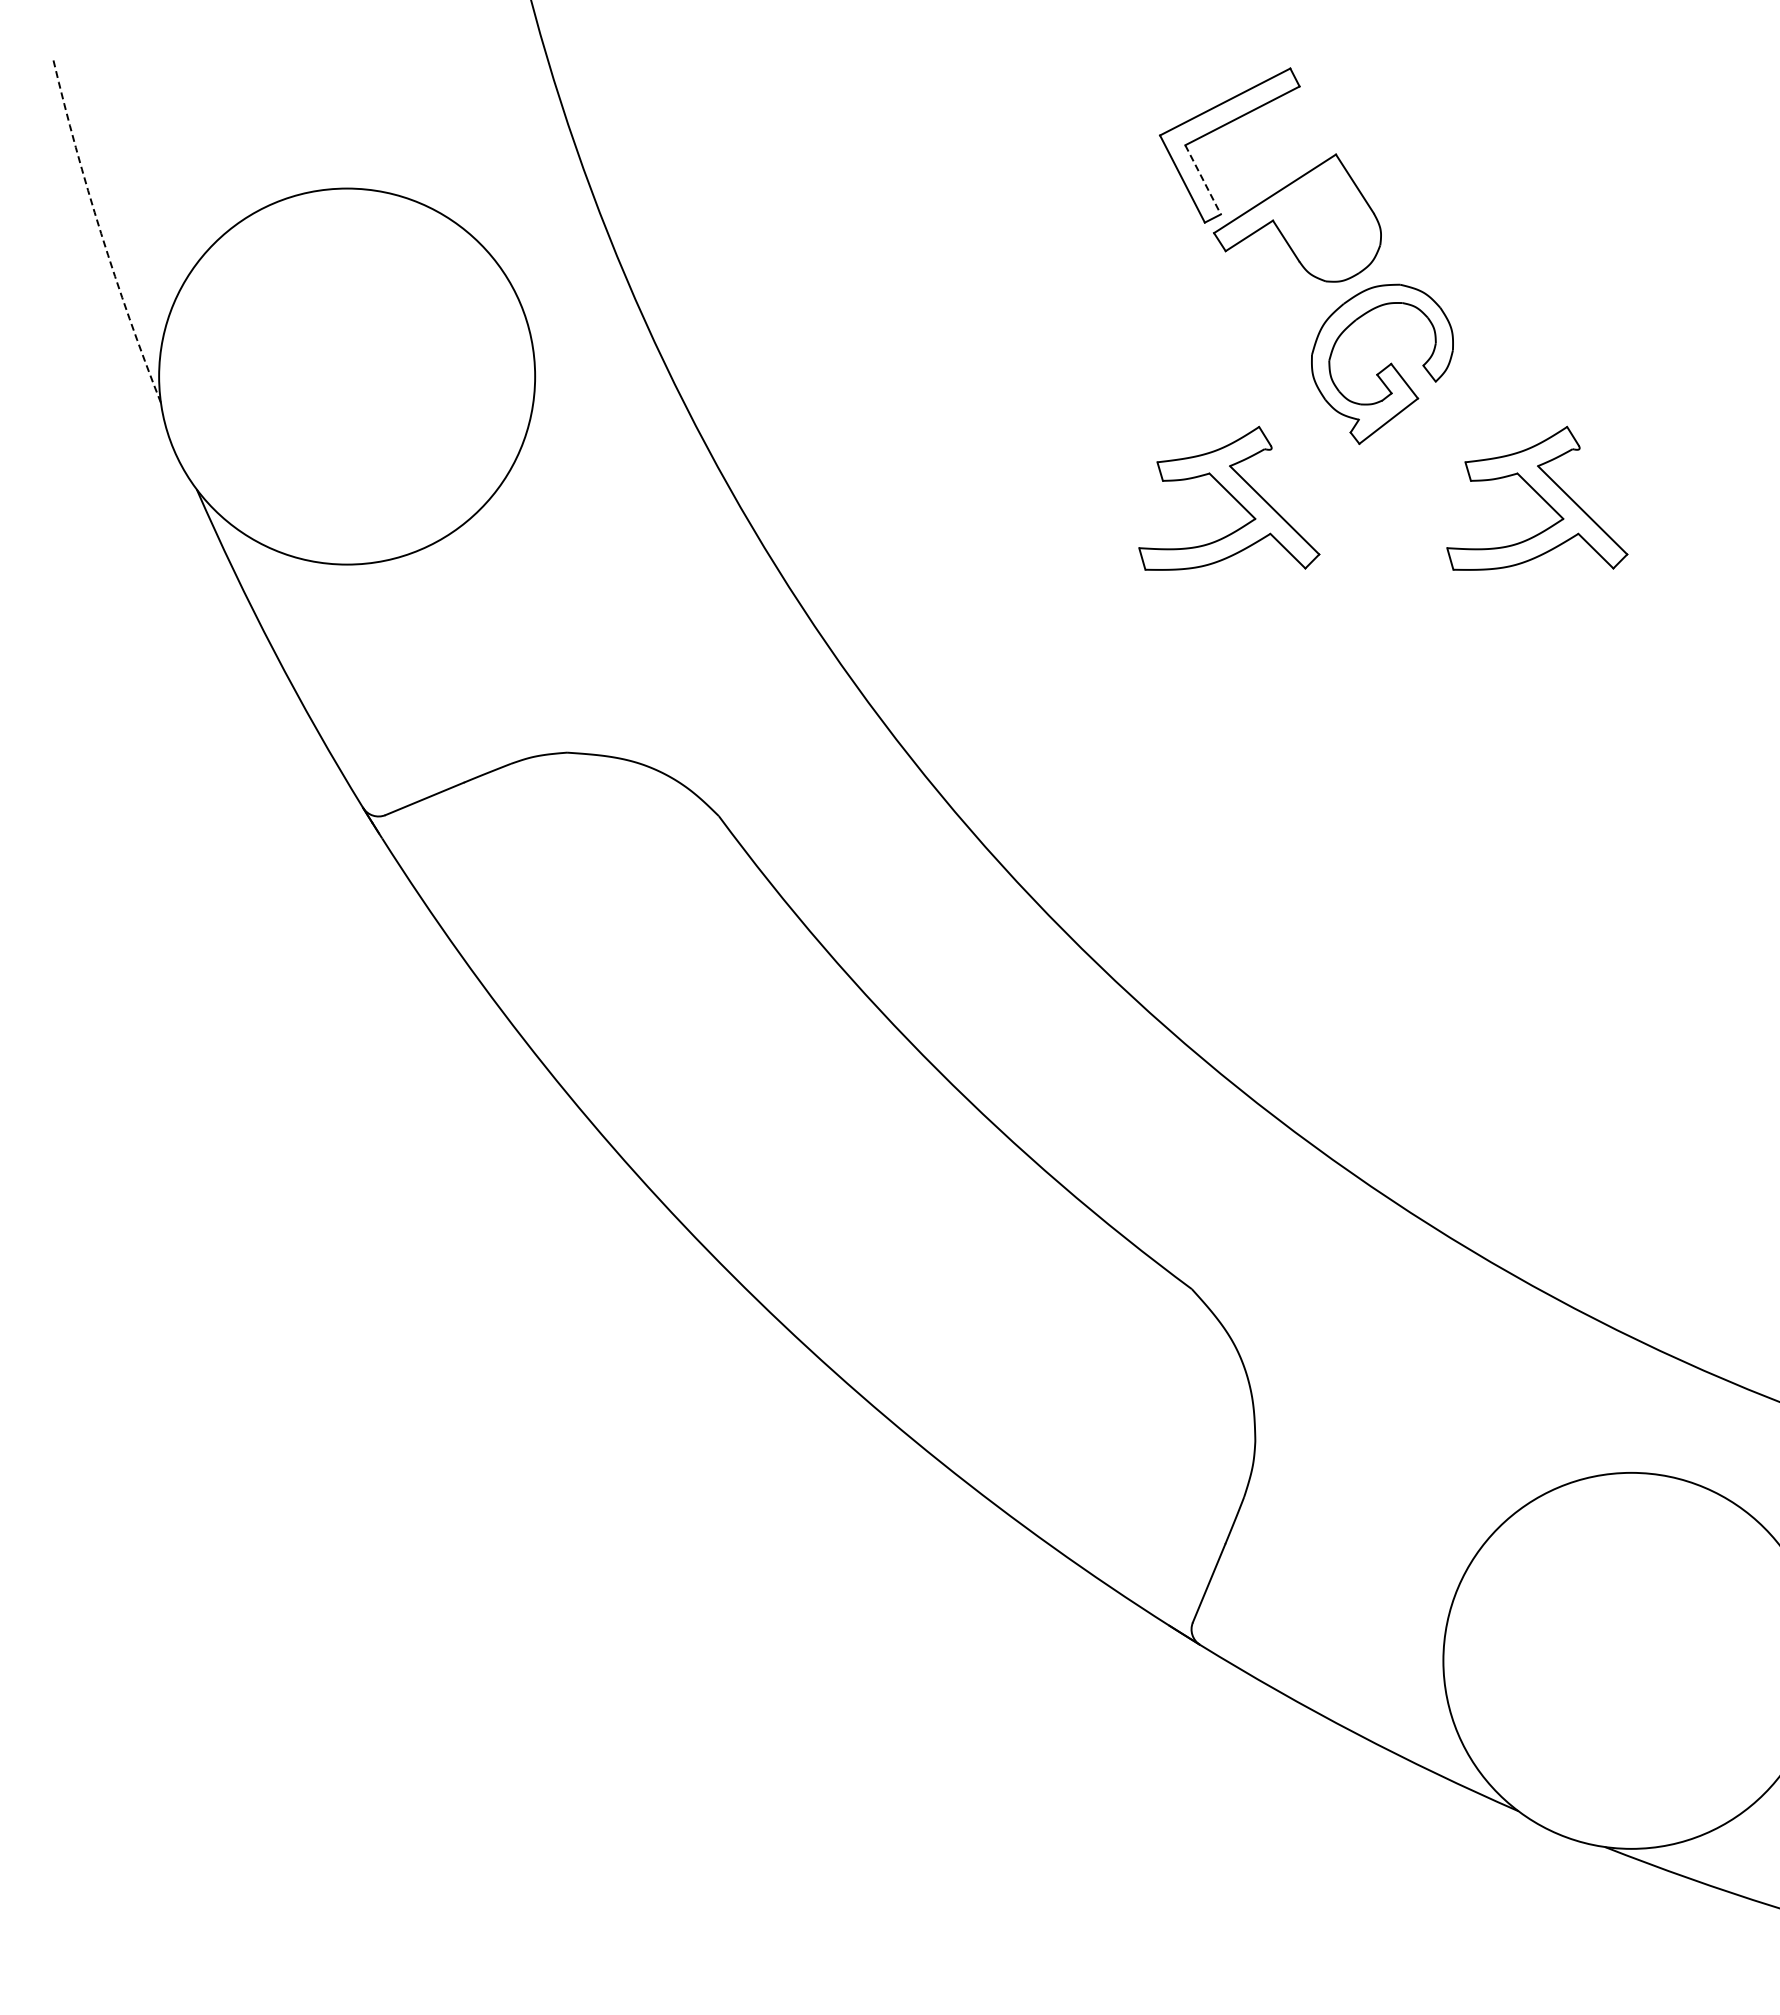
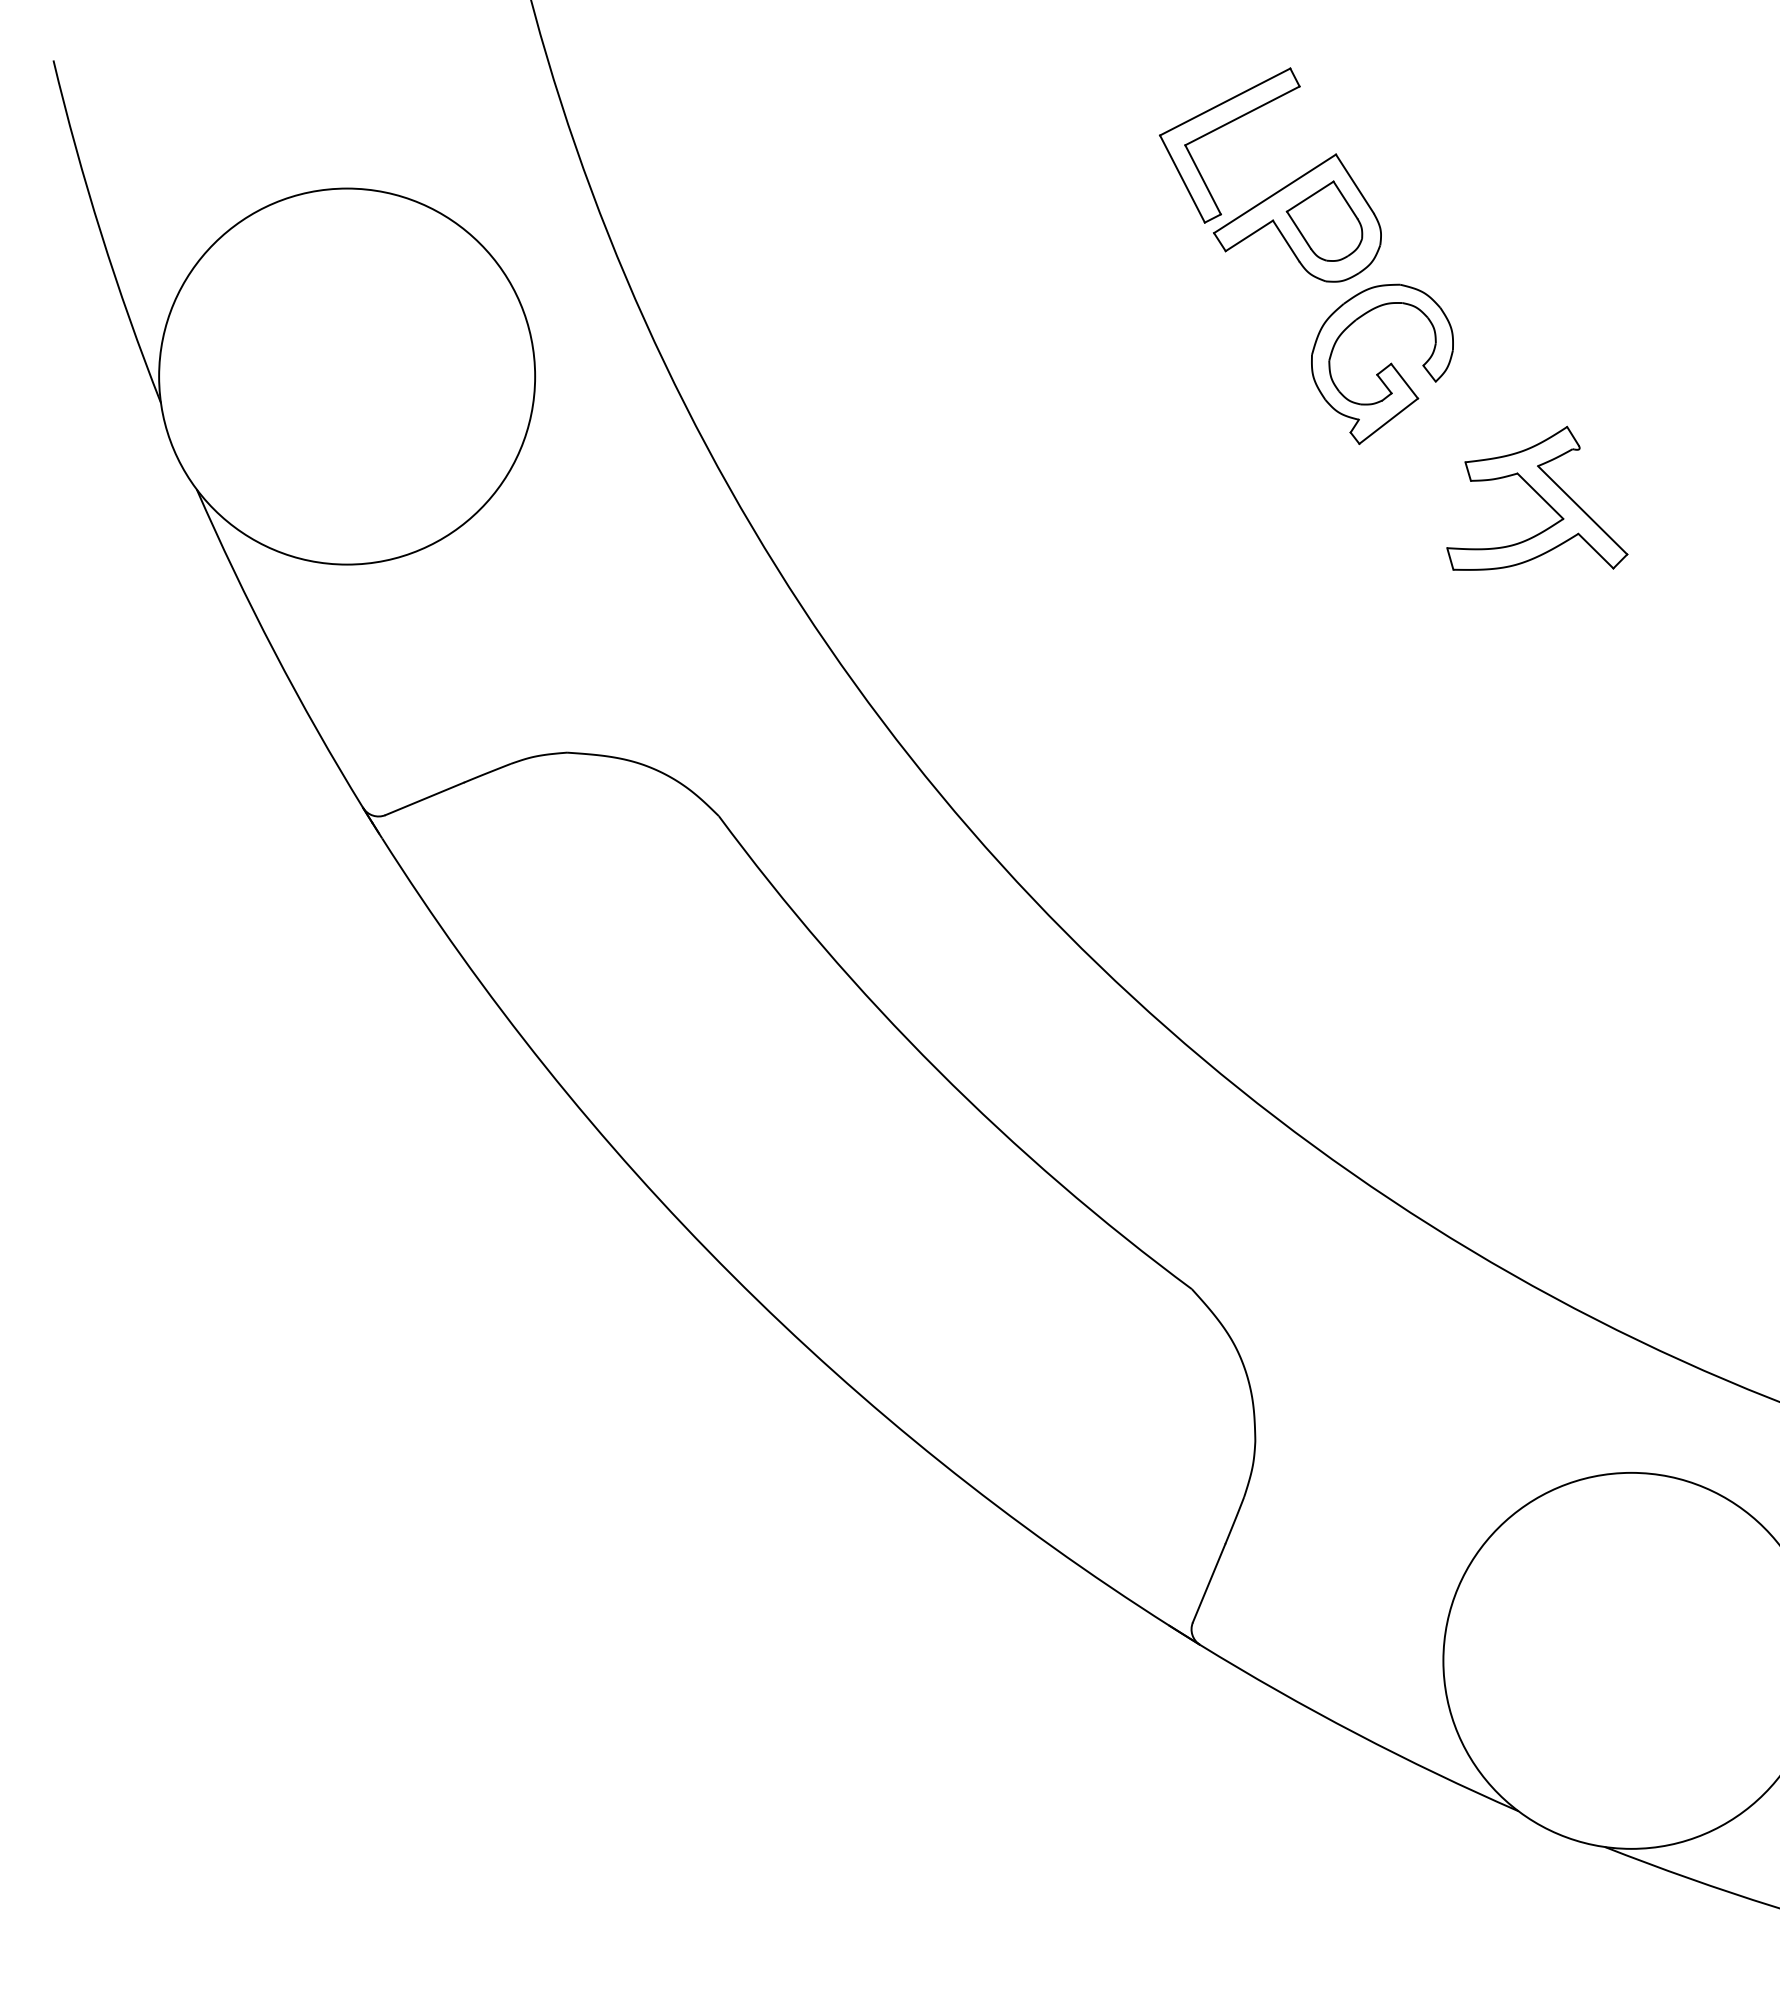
line at (1203, 179): dashed -> solid
part at (1324, 220): none -> present
arc at (101, 233): dashed -> solid
part at (1229, 497): present -> none
